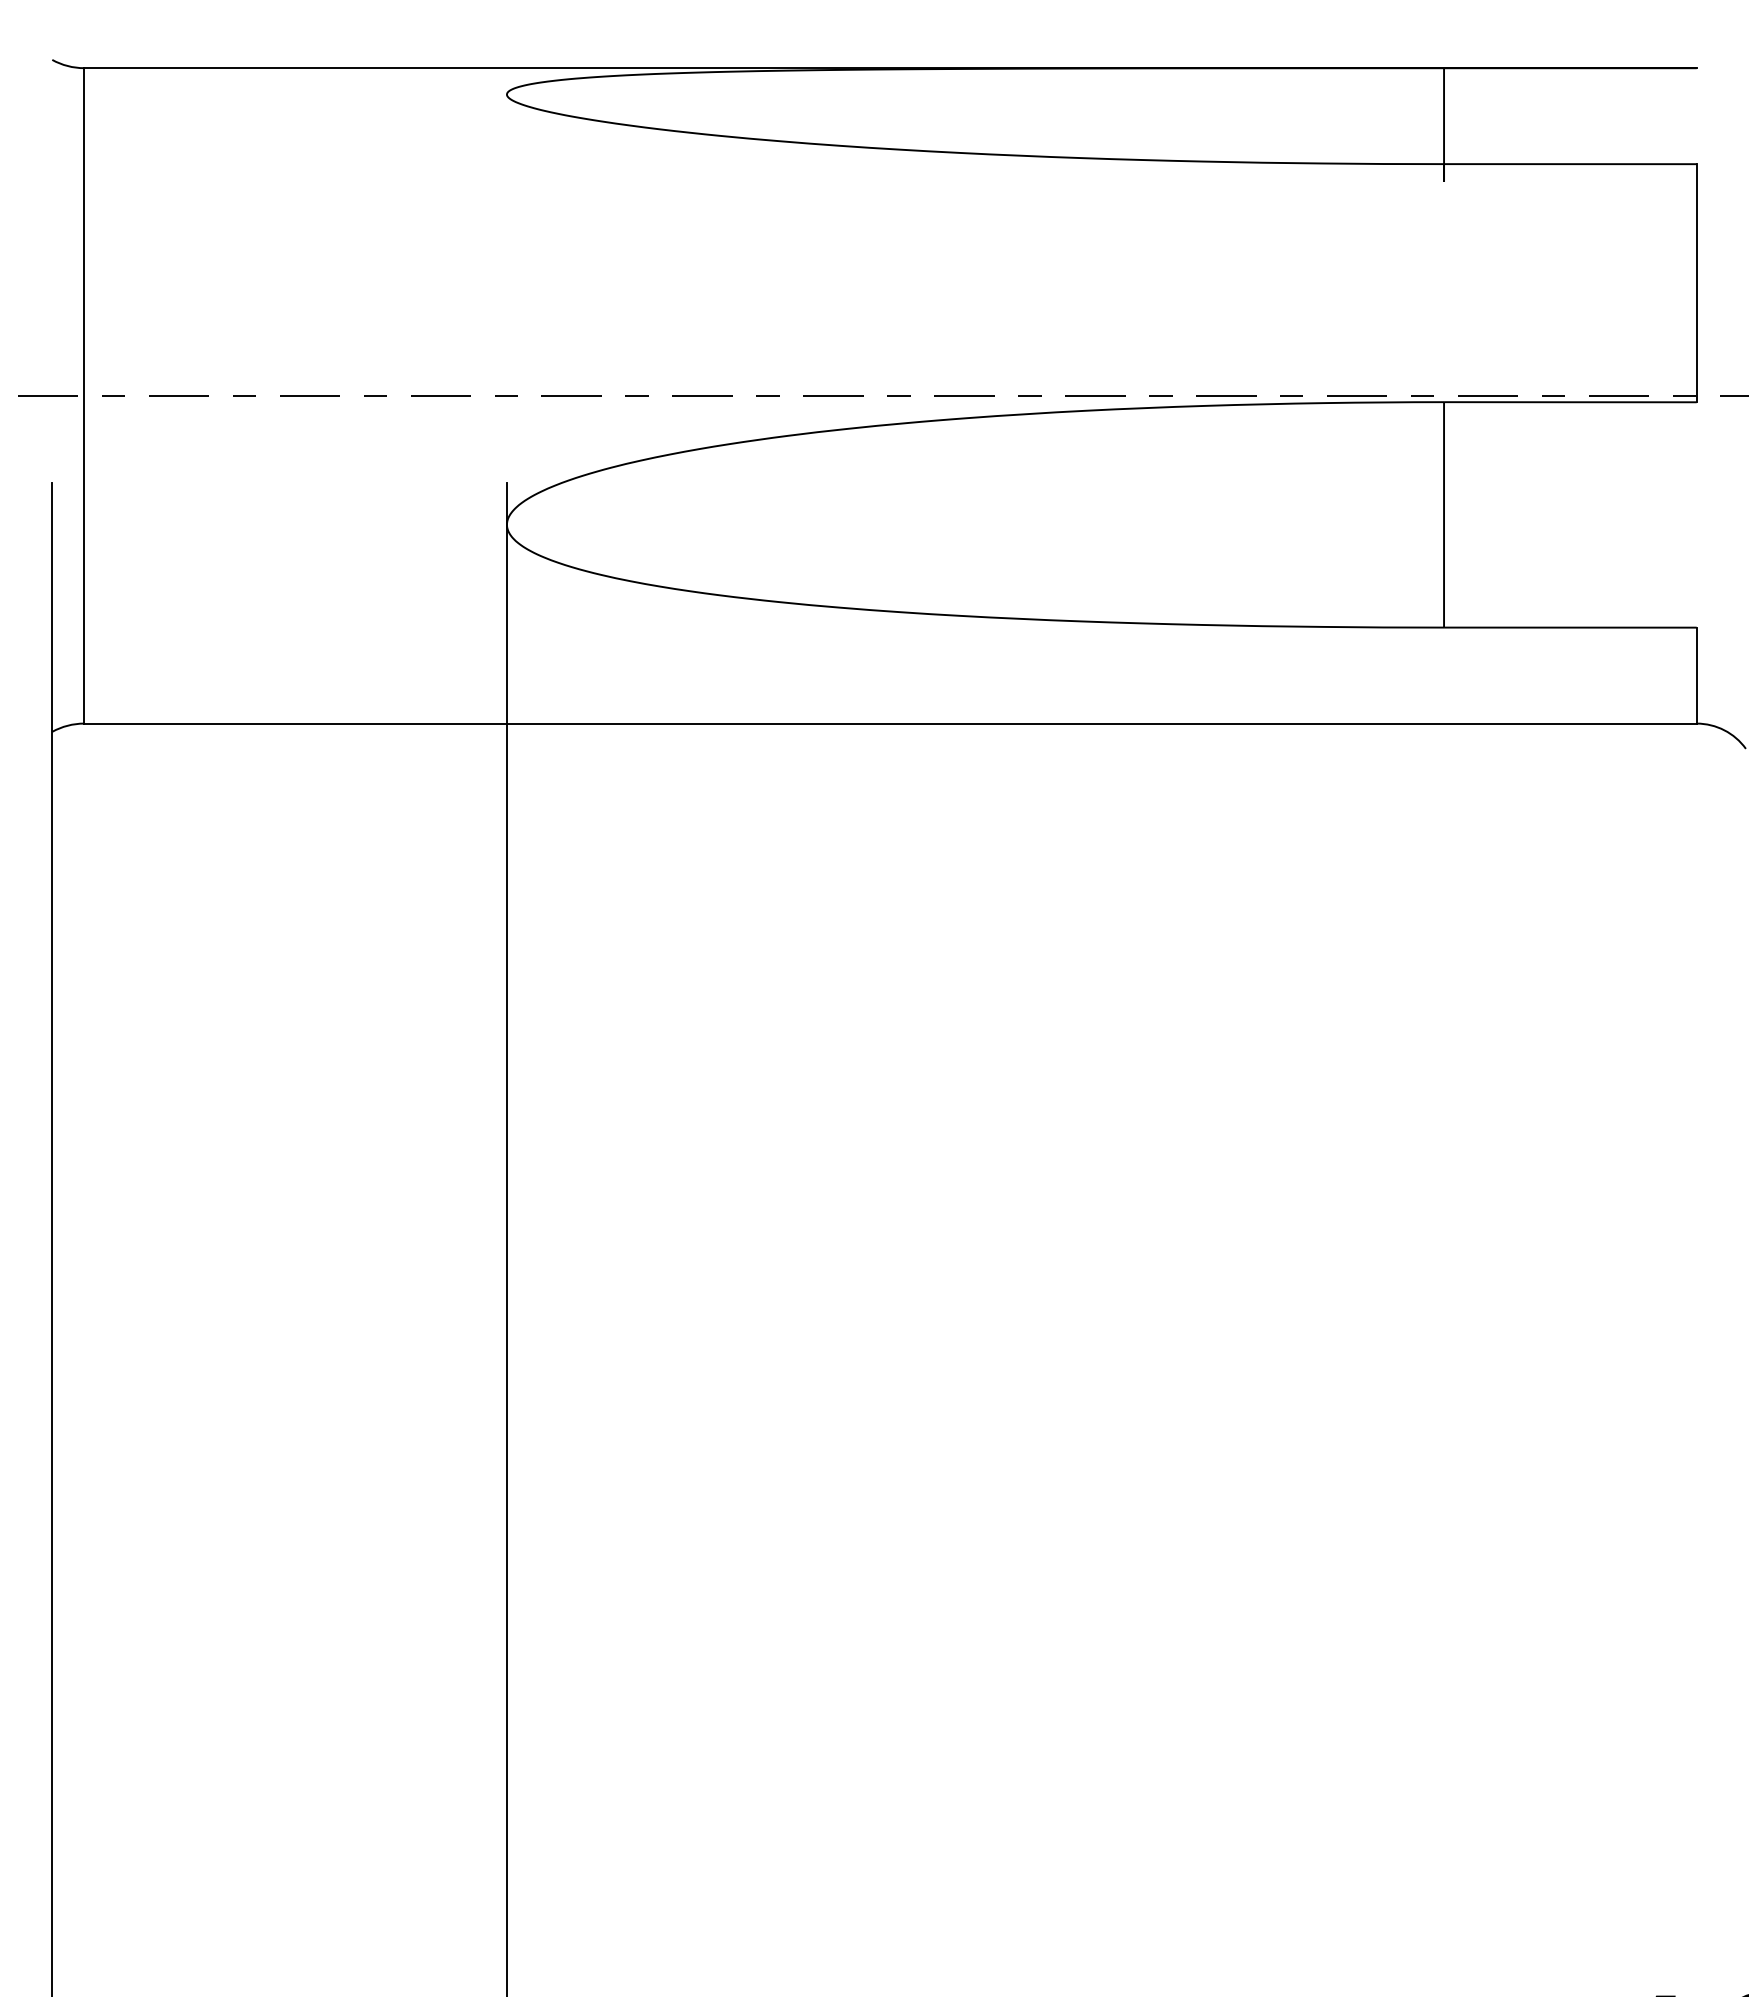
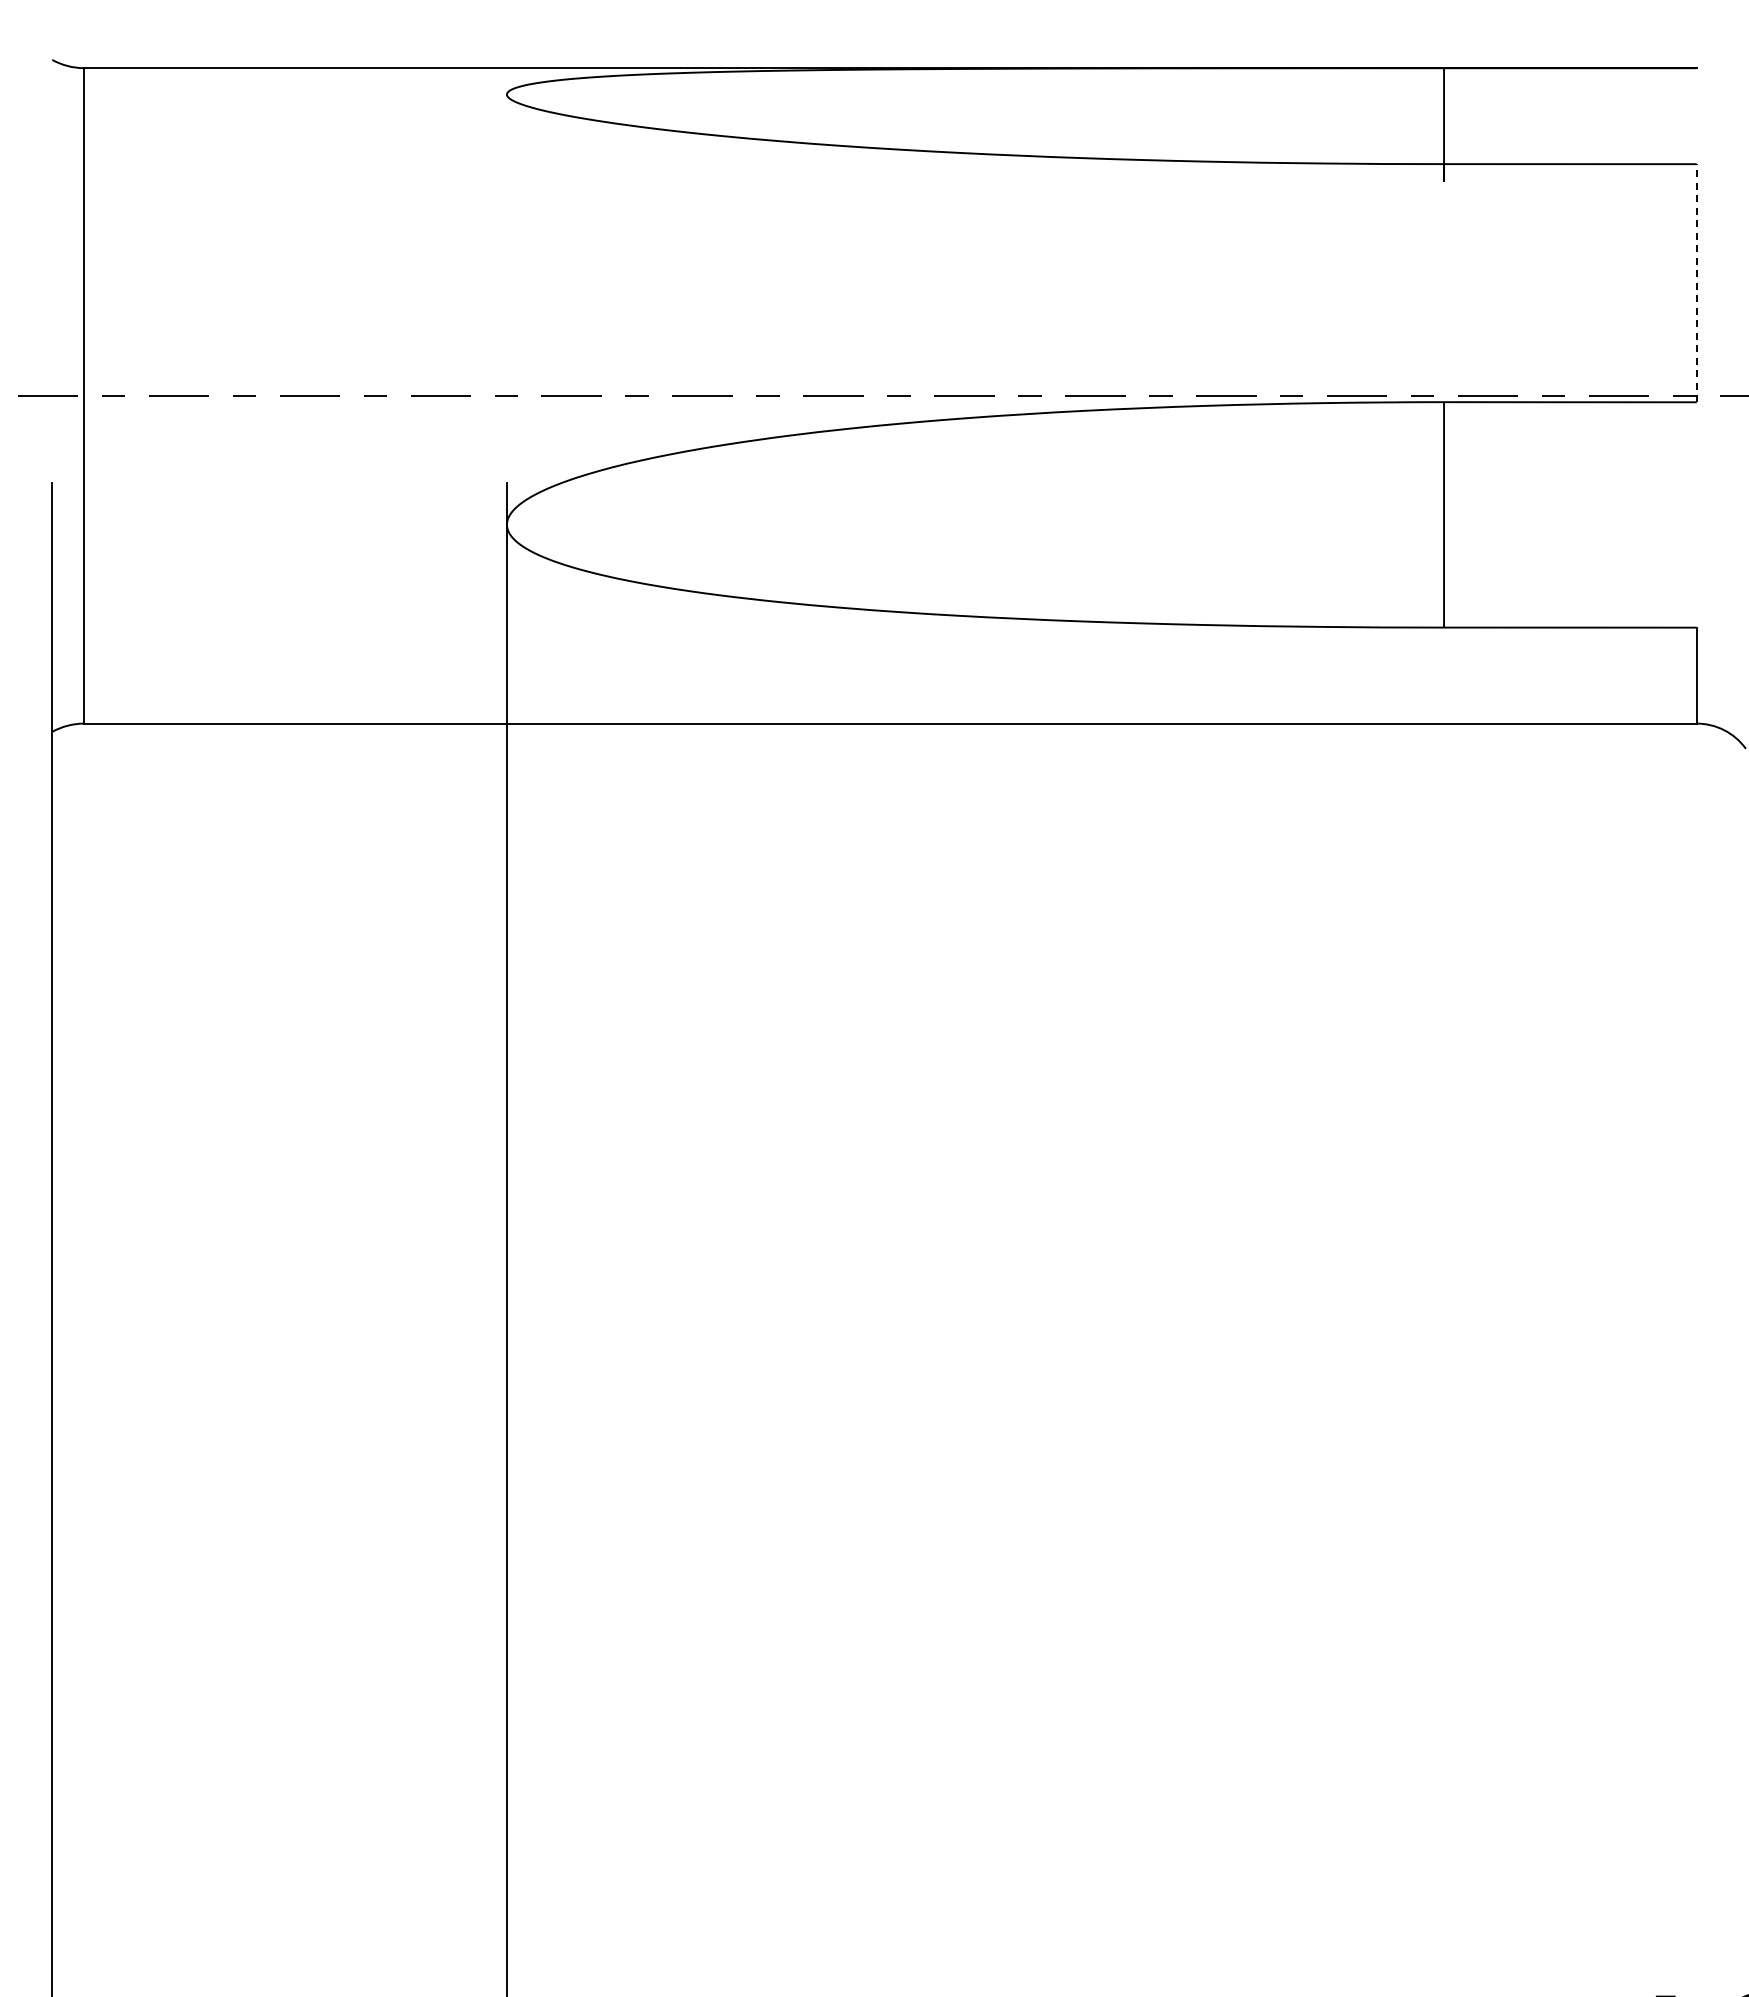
line at (1696, 282): solid -> dashed
